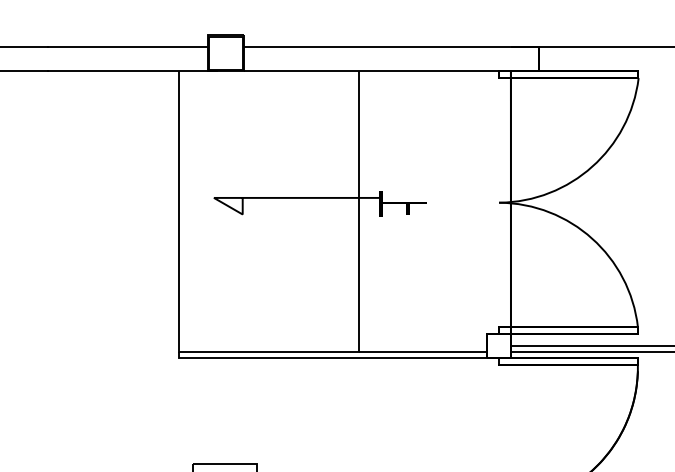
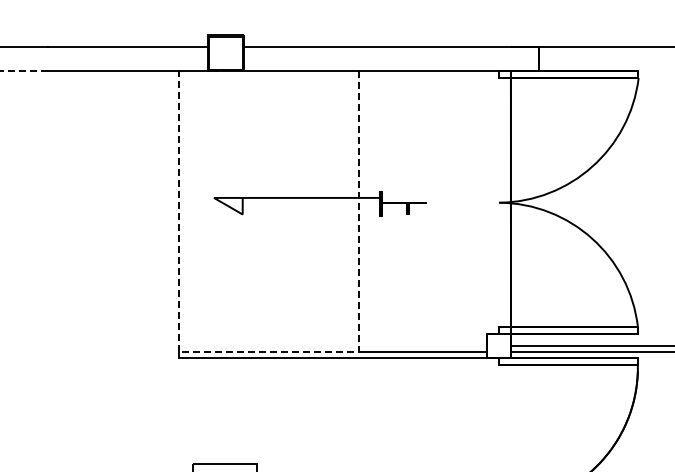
line at (23, 71): solid -> dashed
line at (268, 352): solid -> dashed
